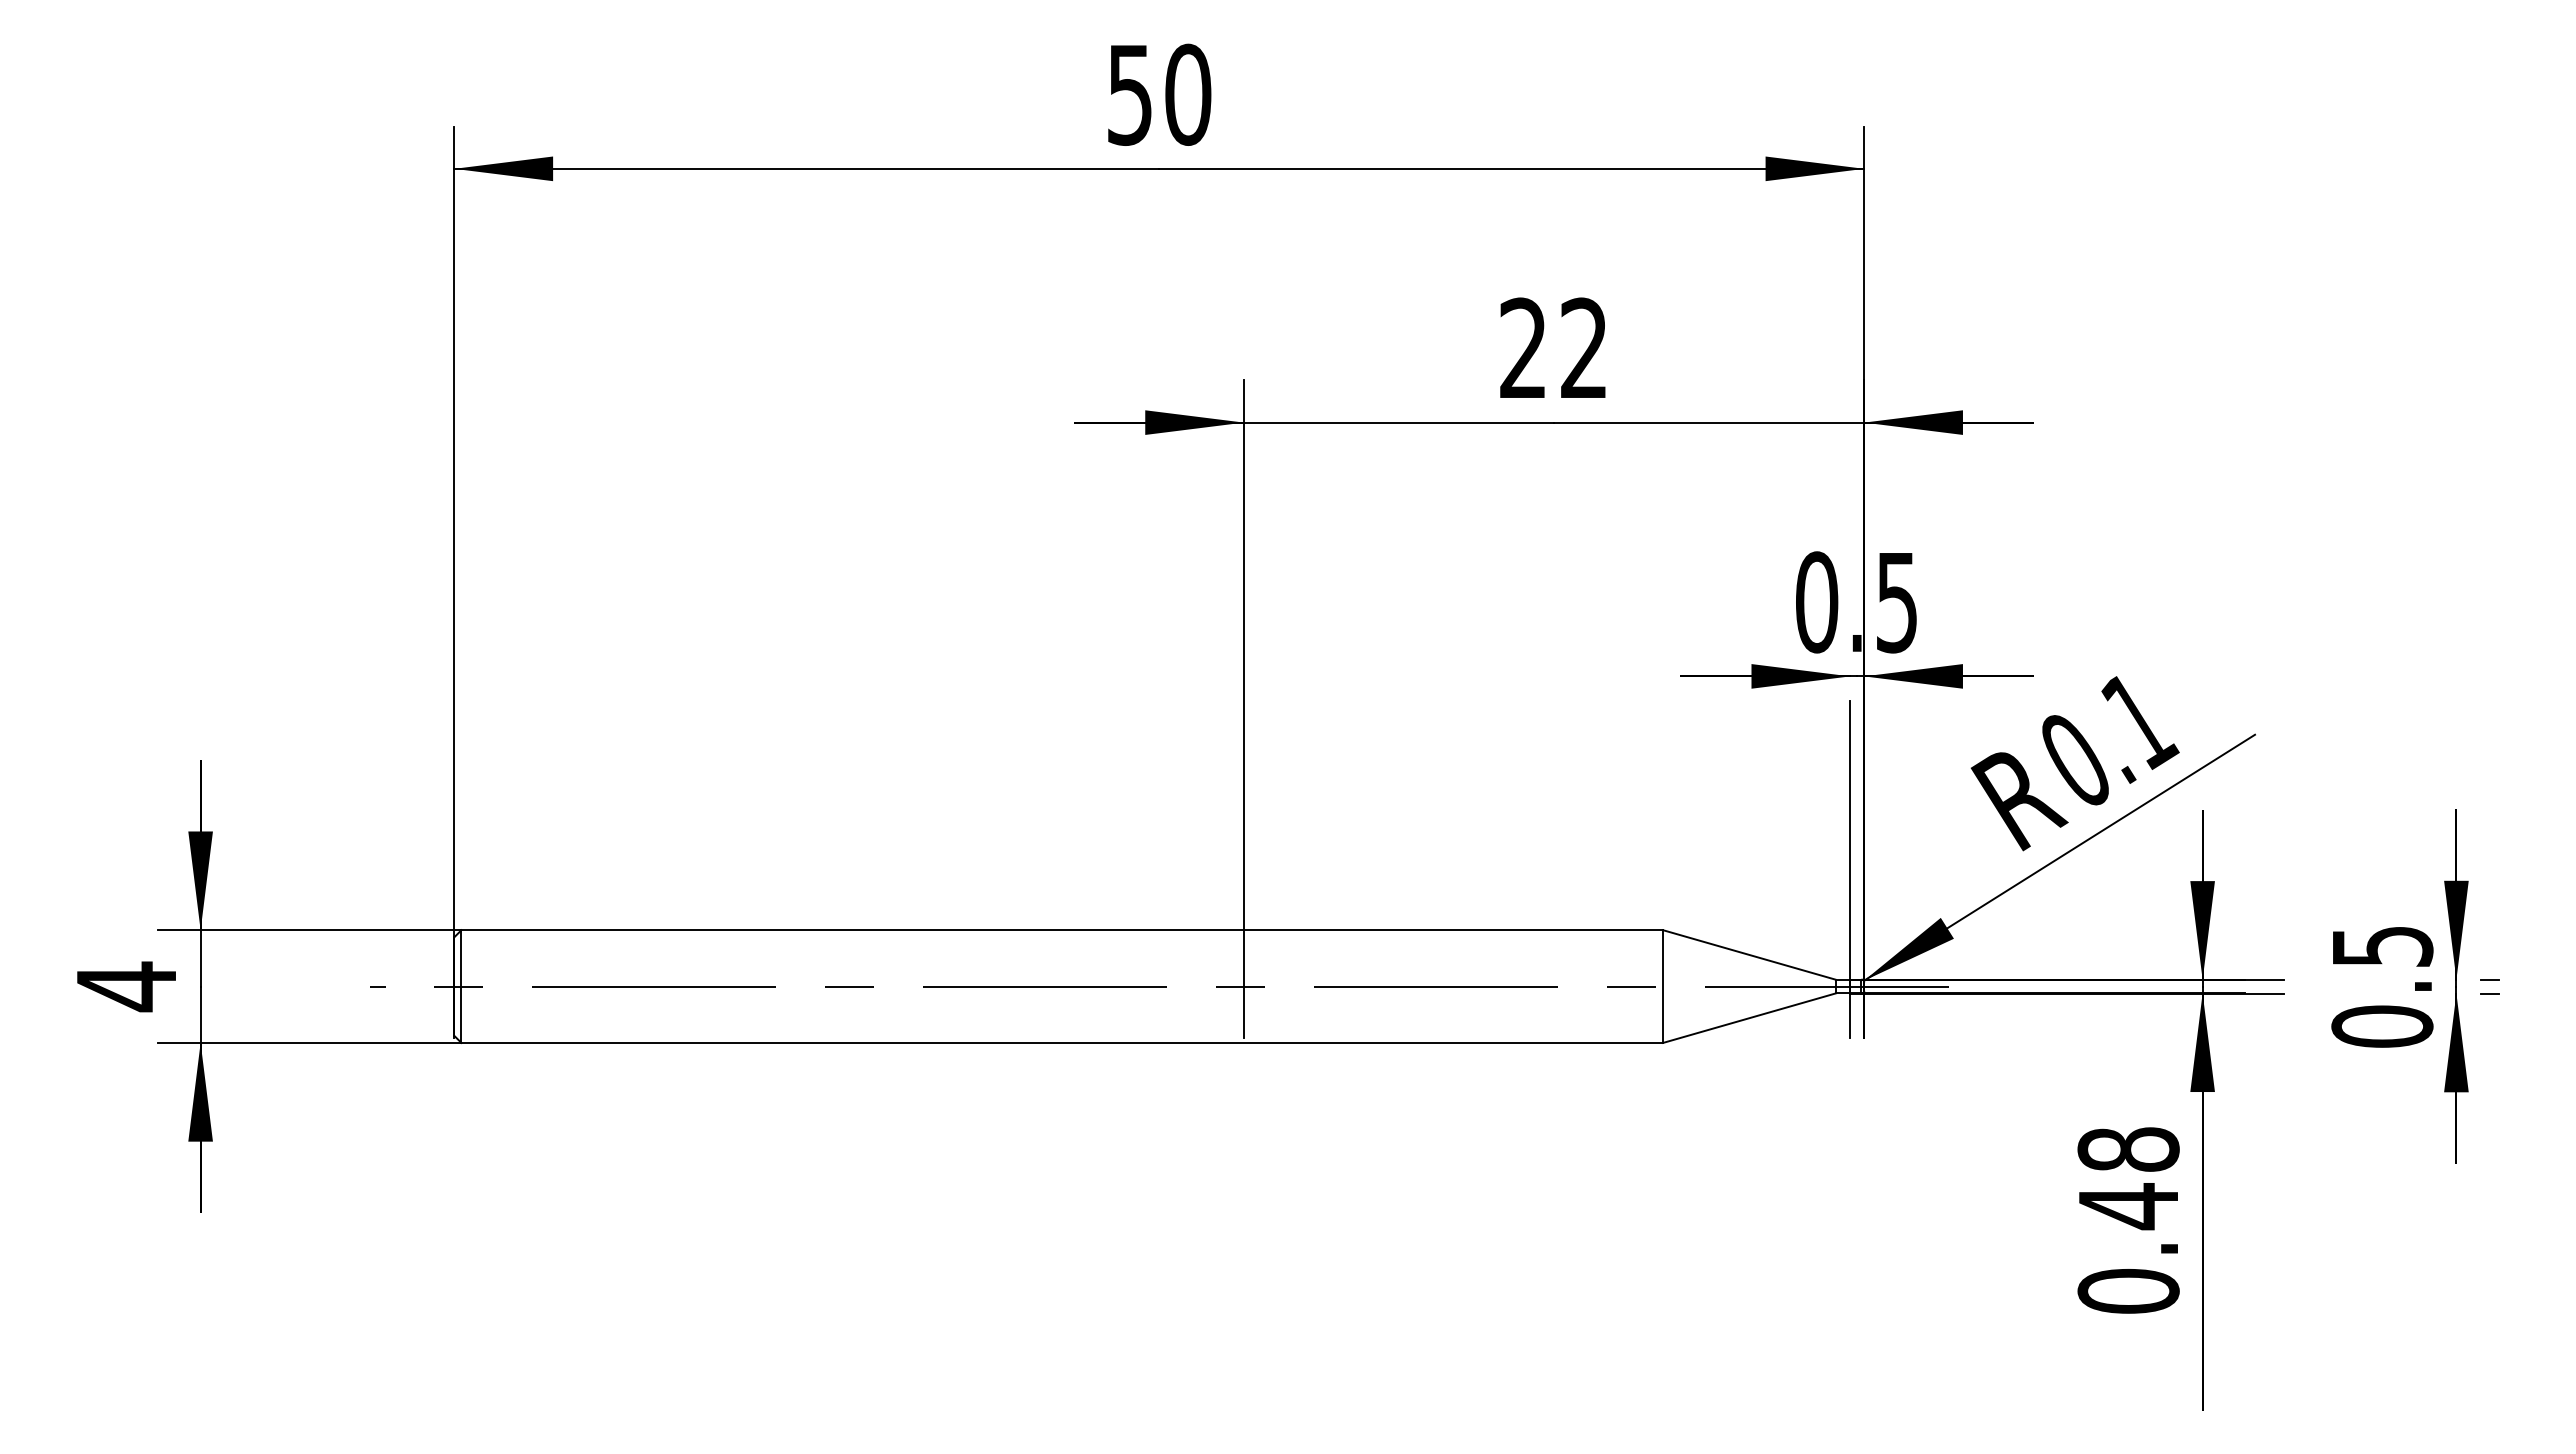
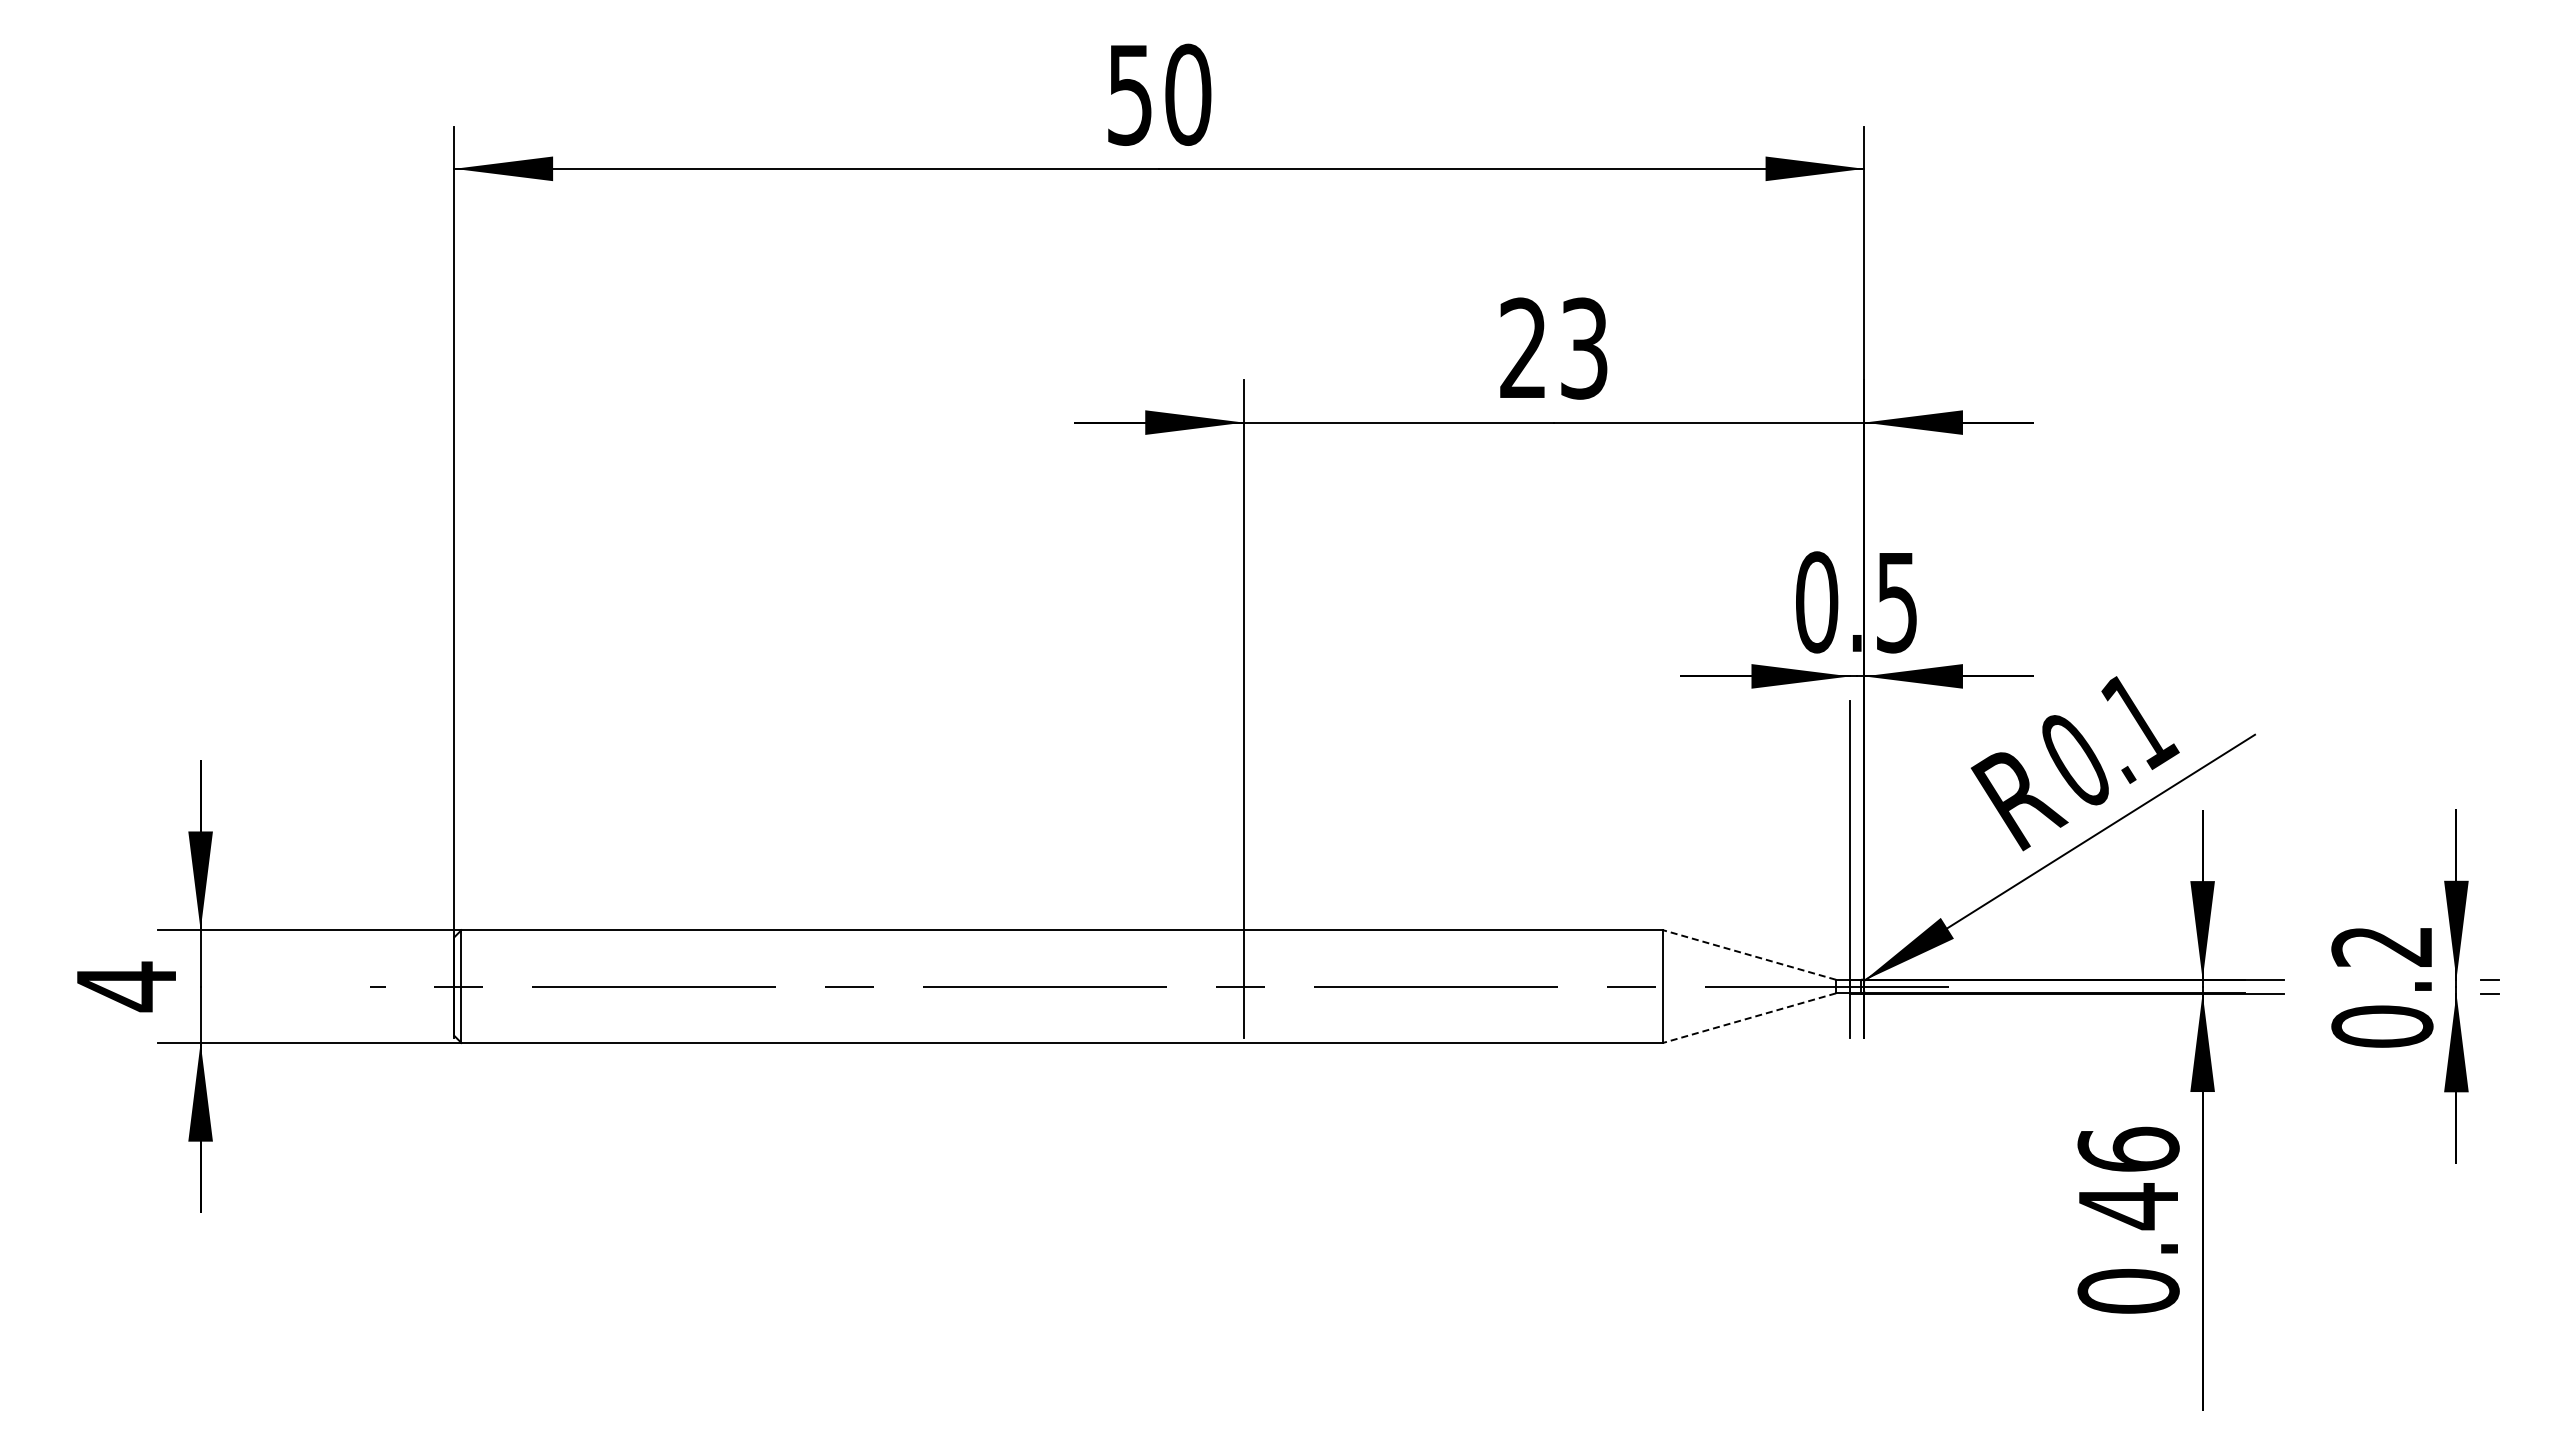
text at (1584, 348): 22 -> 23
text at (2382, 946): 0.5 -> 0.2
line at (1749, 954): solid -> dashed
line at (1749, 1018): solid -> dashed
text at (2128, 1148): 0.48 -> 0.46
